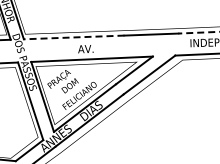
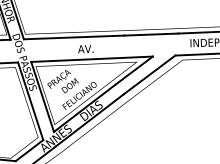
line at (198, 32): dashed -> solid
line at (73, 37): dashed -> solid
